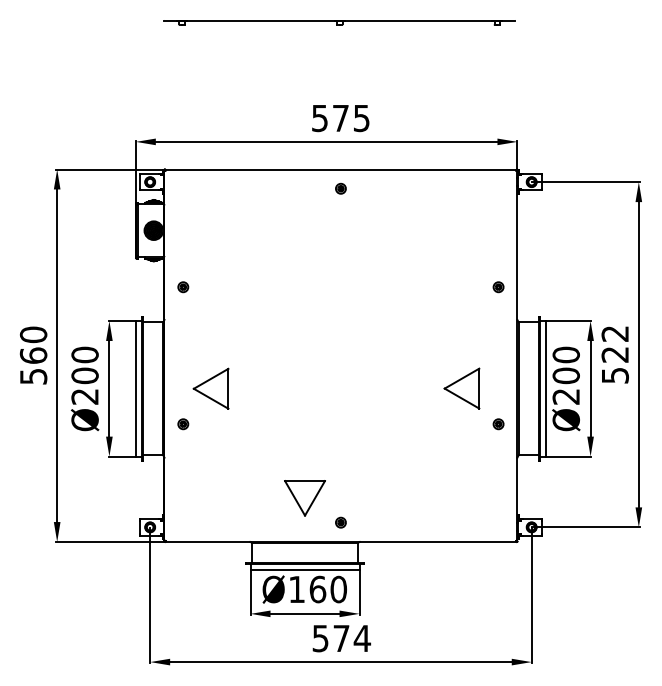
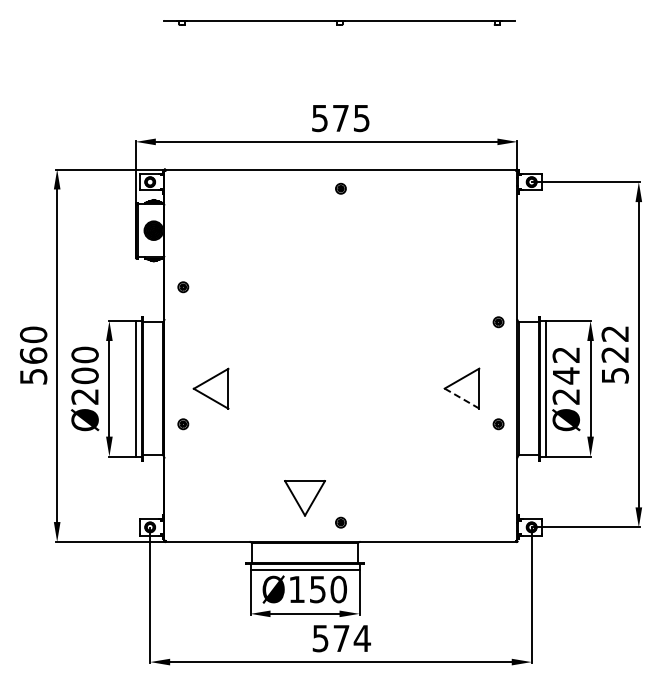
part at (498, 287) position: (498, 287) -> (498, 322)
text at (565, 365): Ø200 -> Ø242
line at (462, 398): solid -> dashed
text at (317, 589): Ø160 -> Ø150
